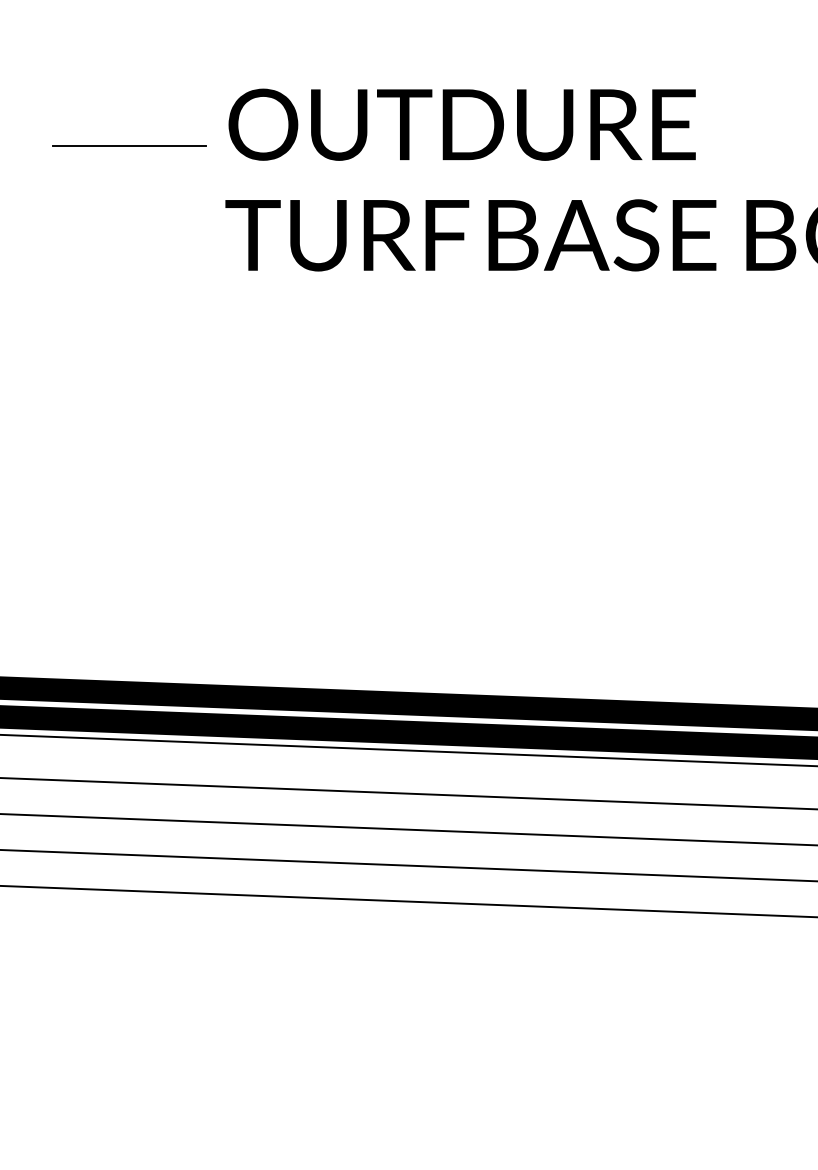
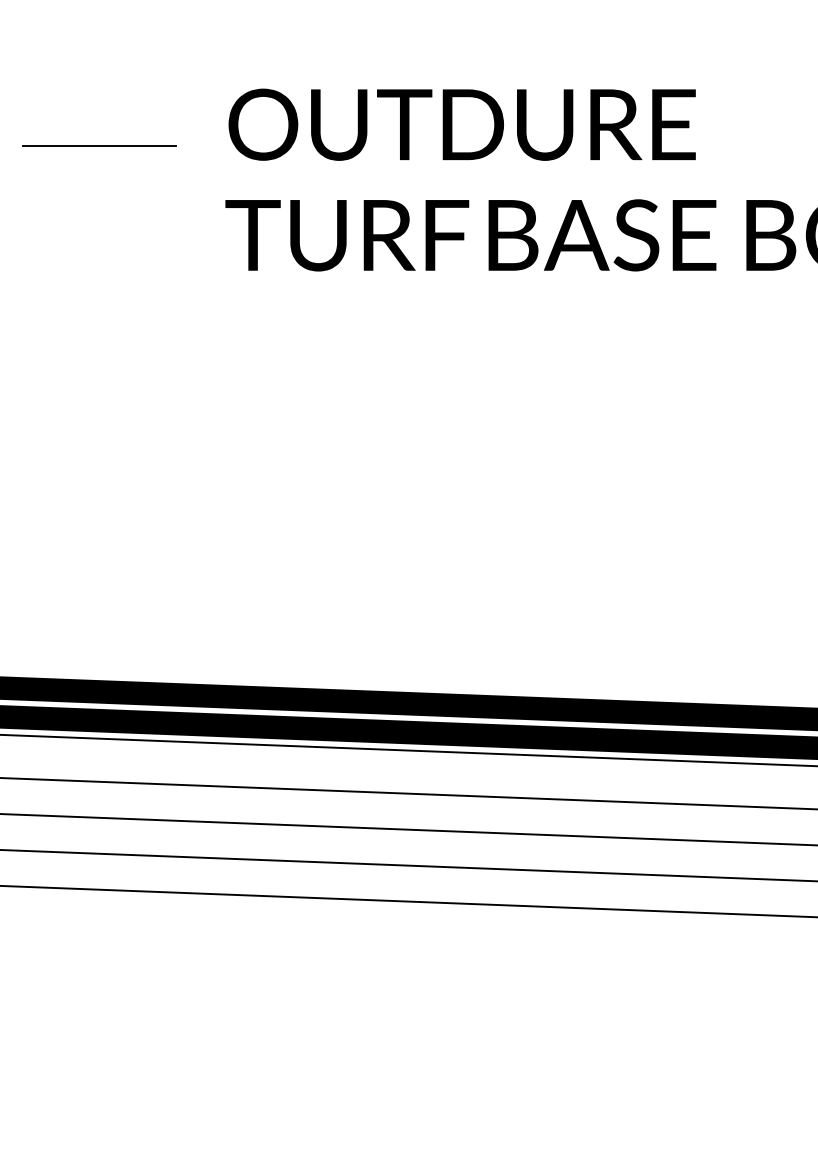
line at (129, 145) position: (129, 145) -> (99, 145)
